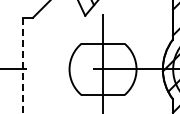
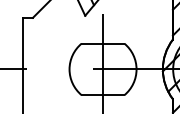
line at (22, 65): dashed -> solid
